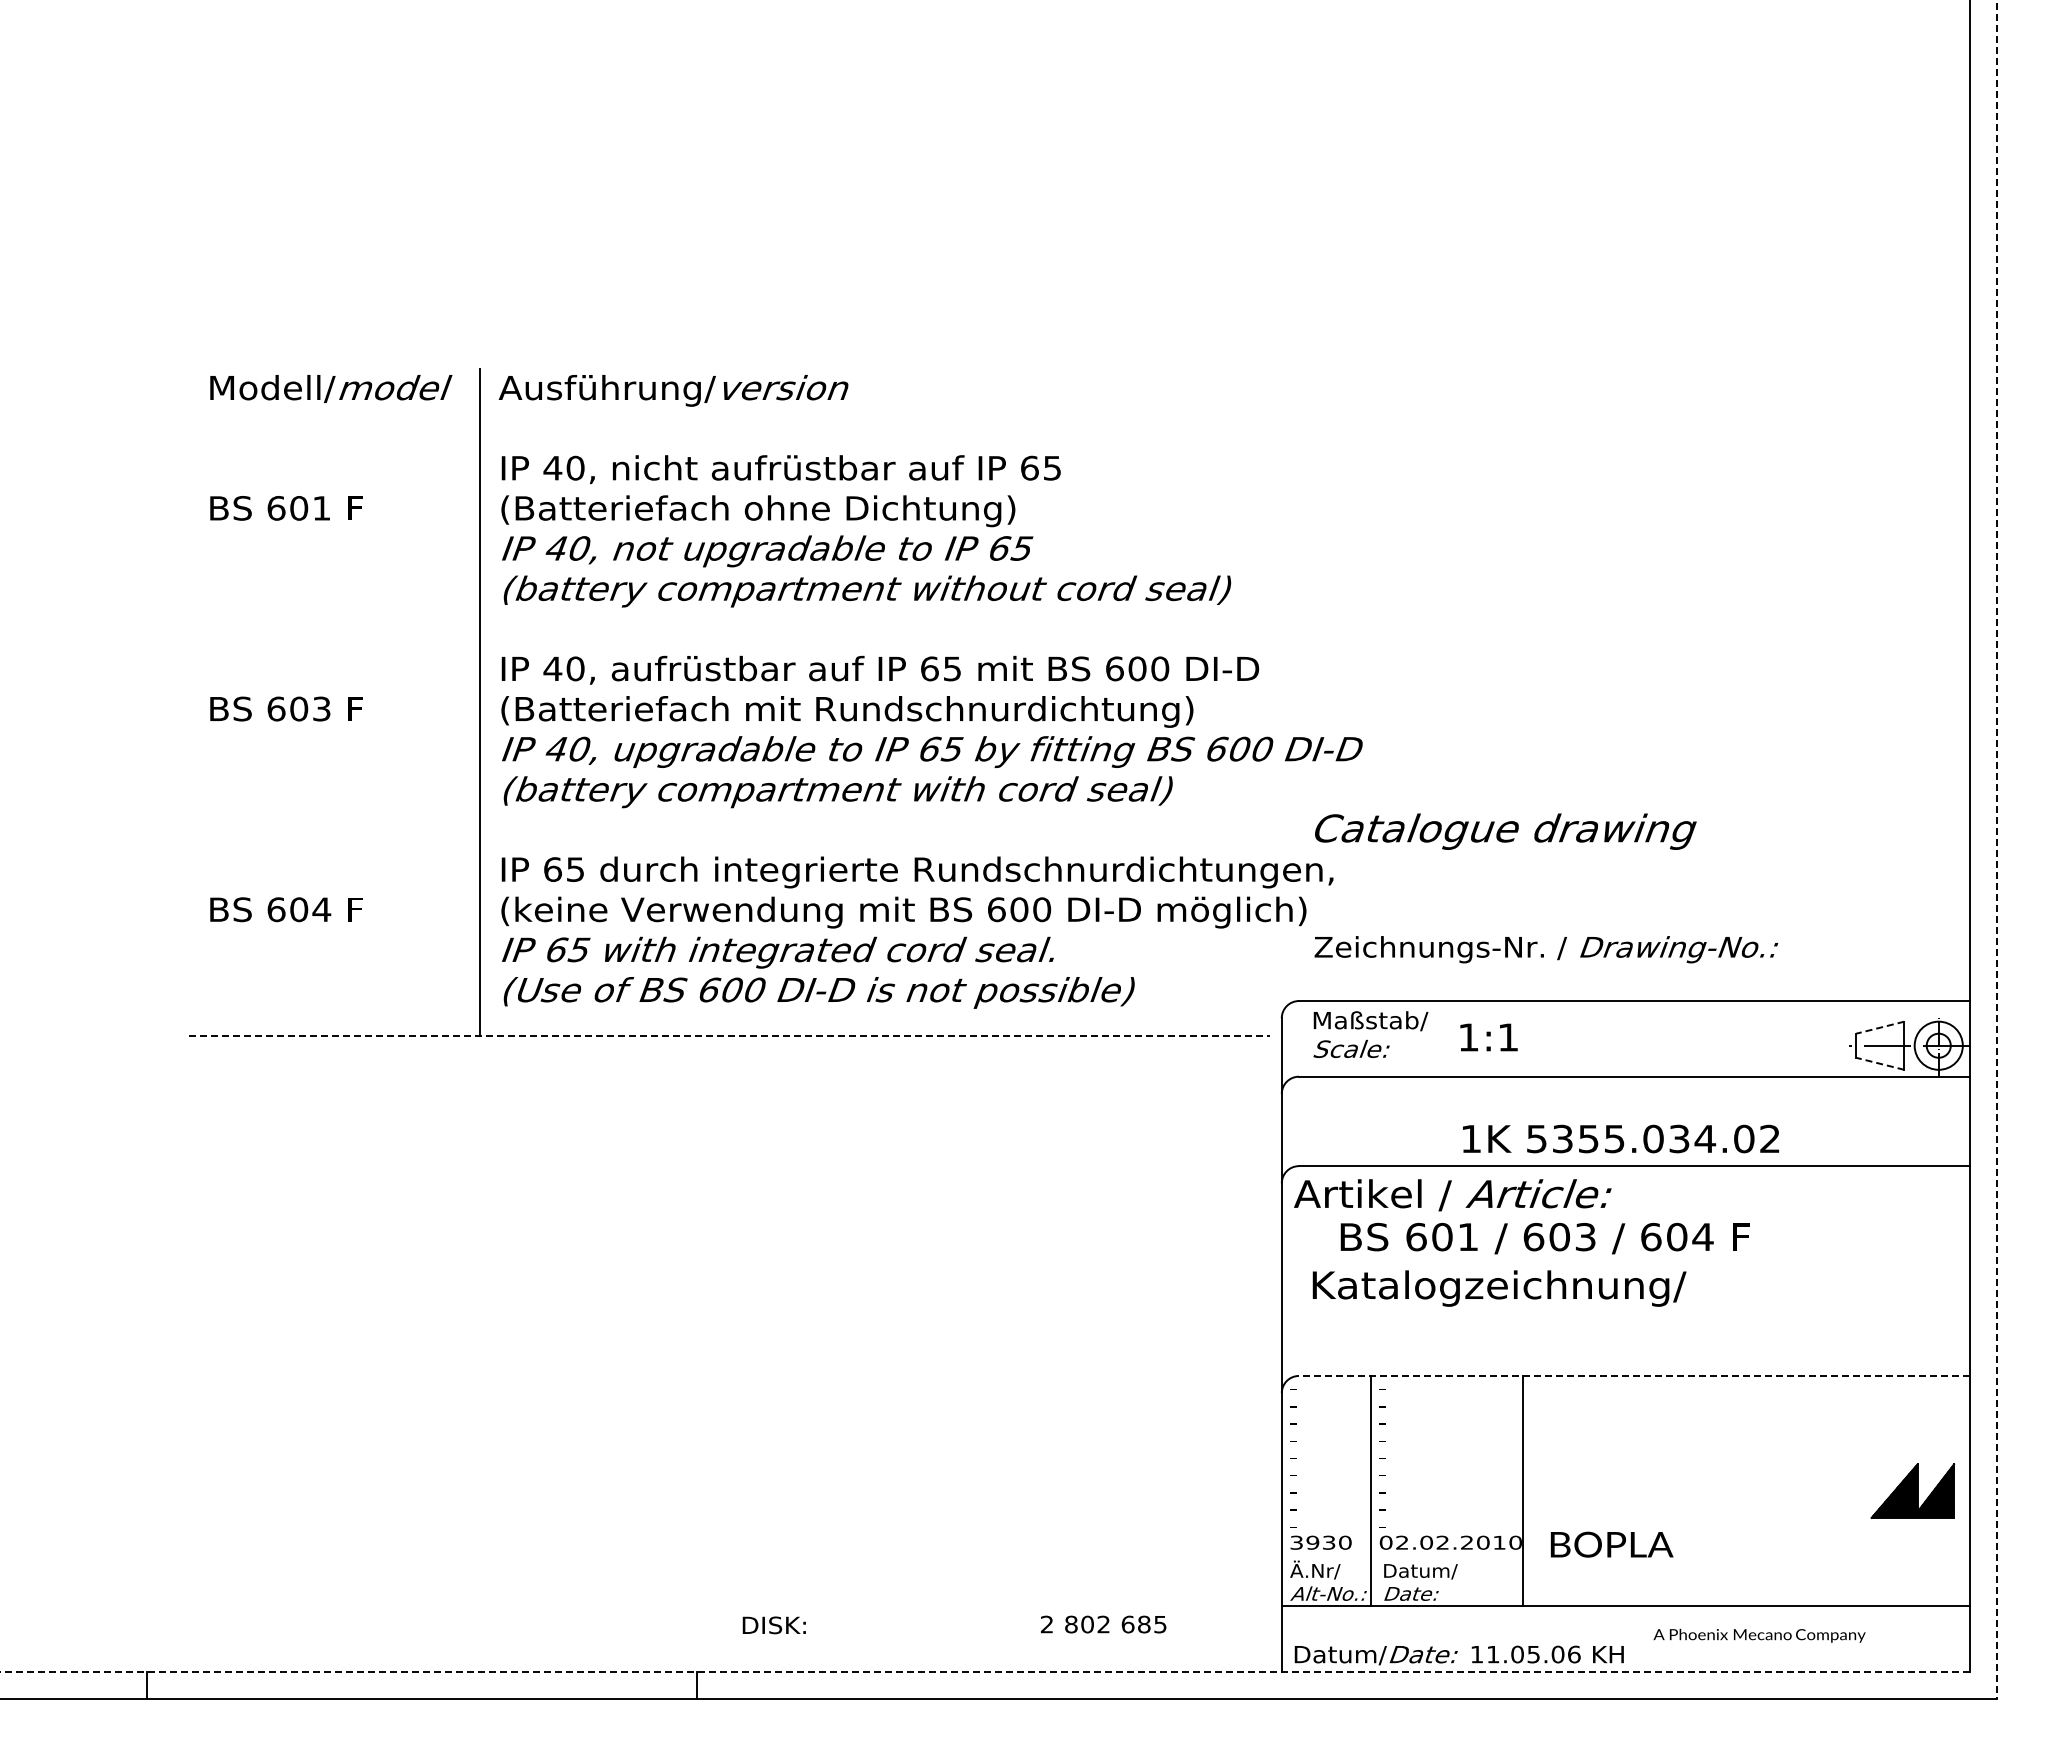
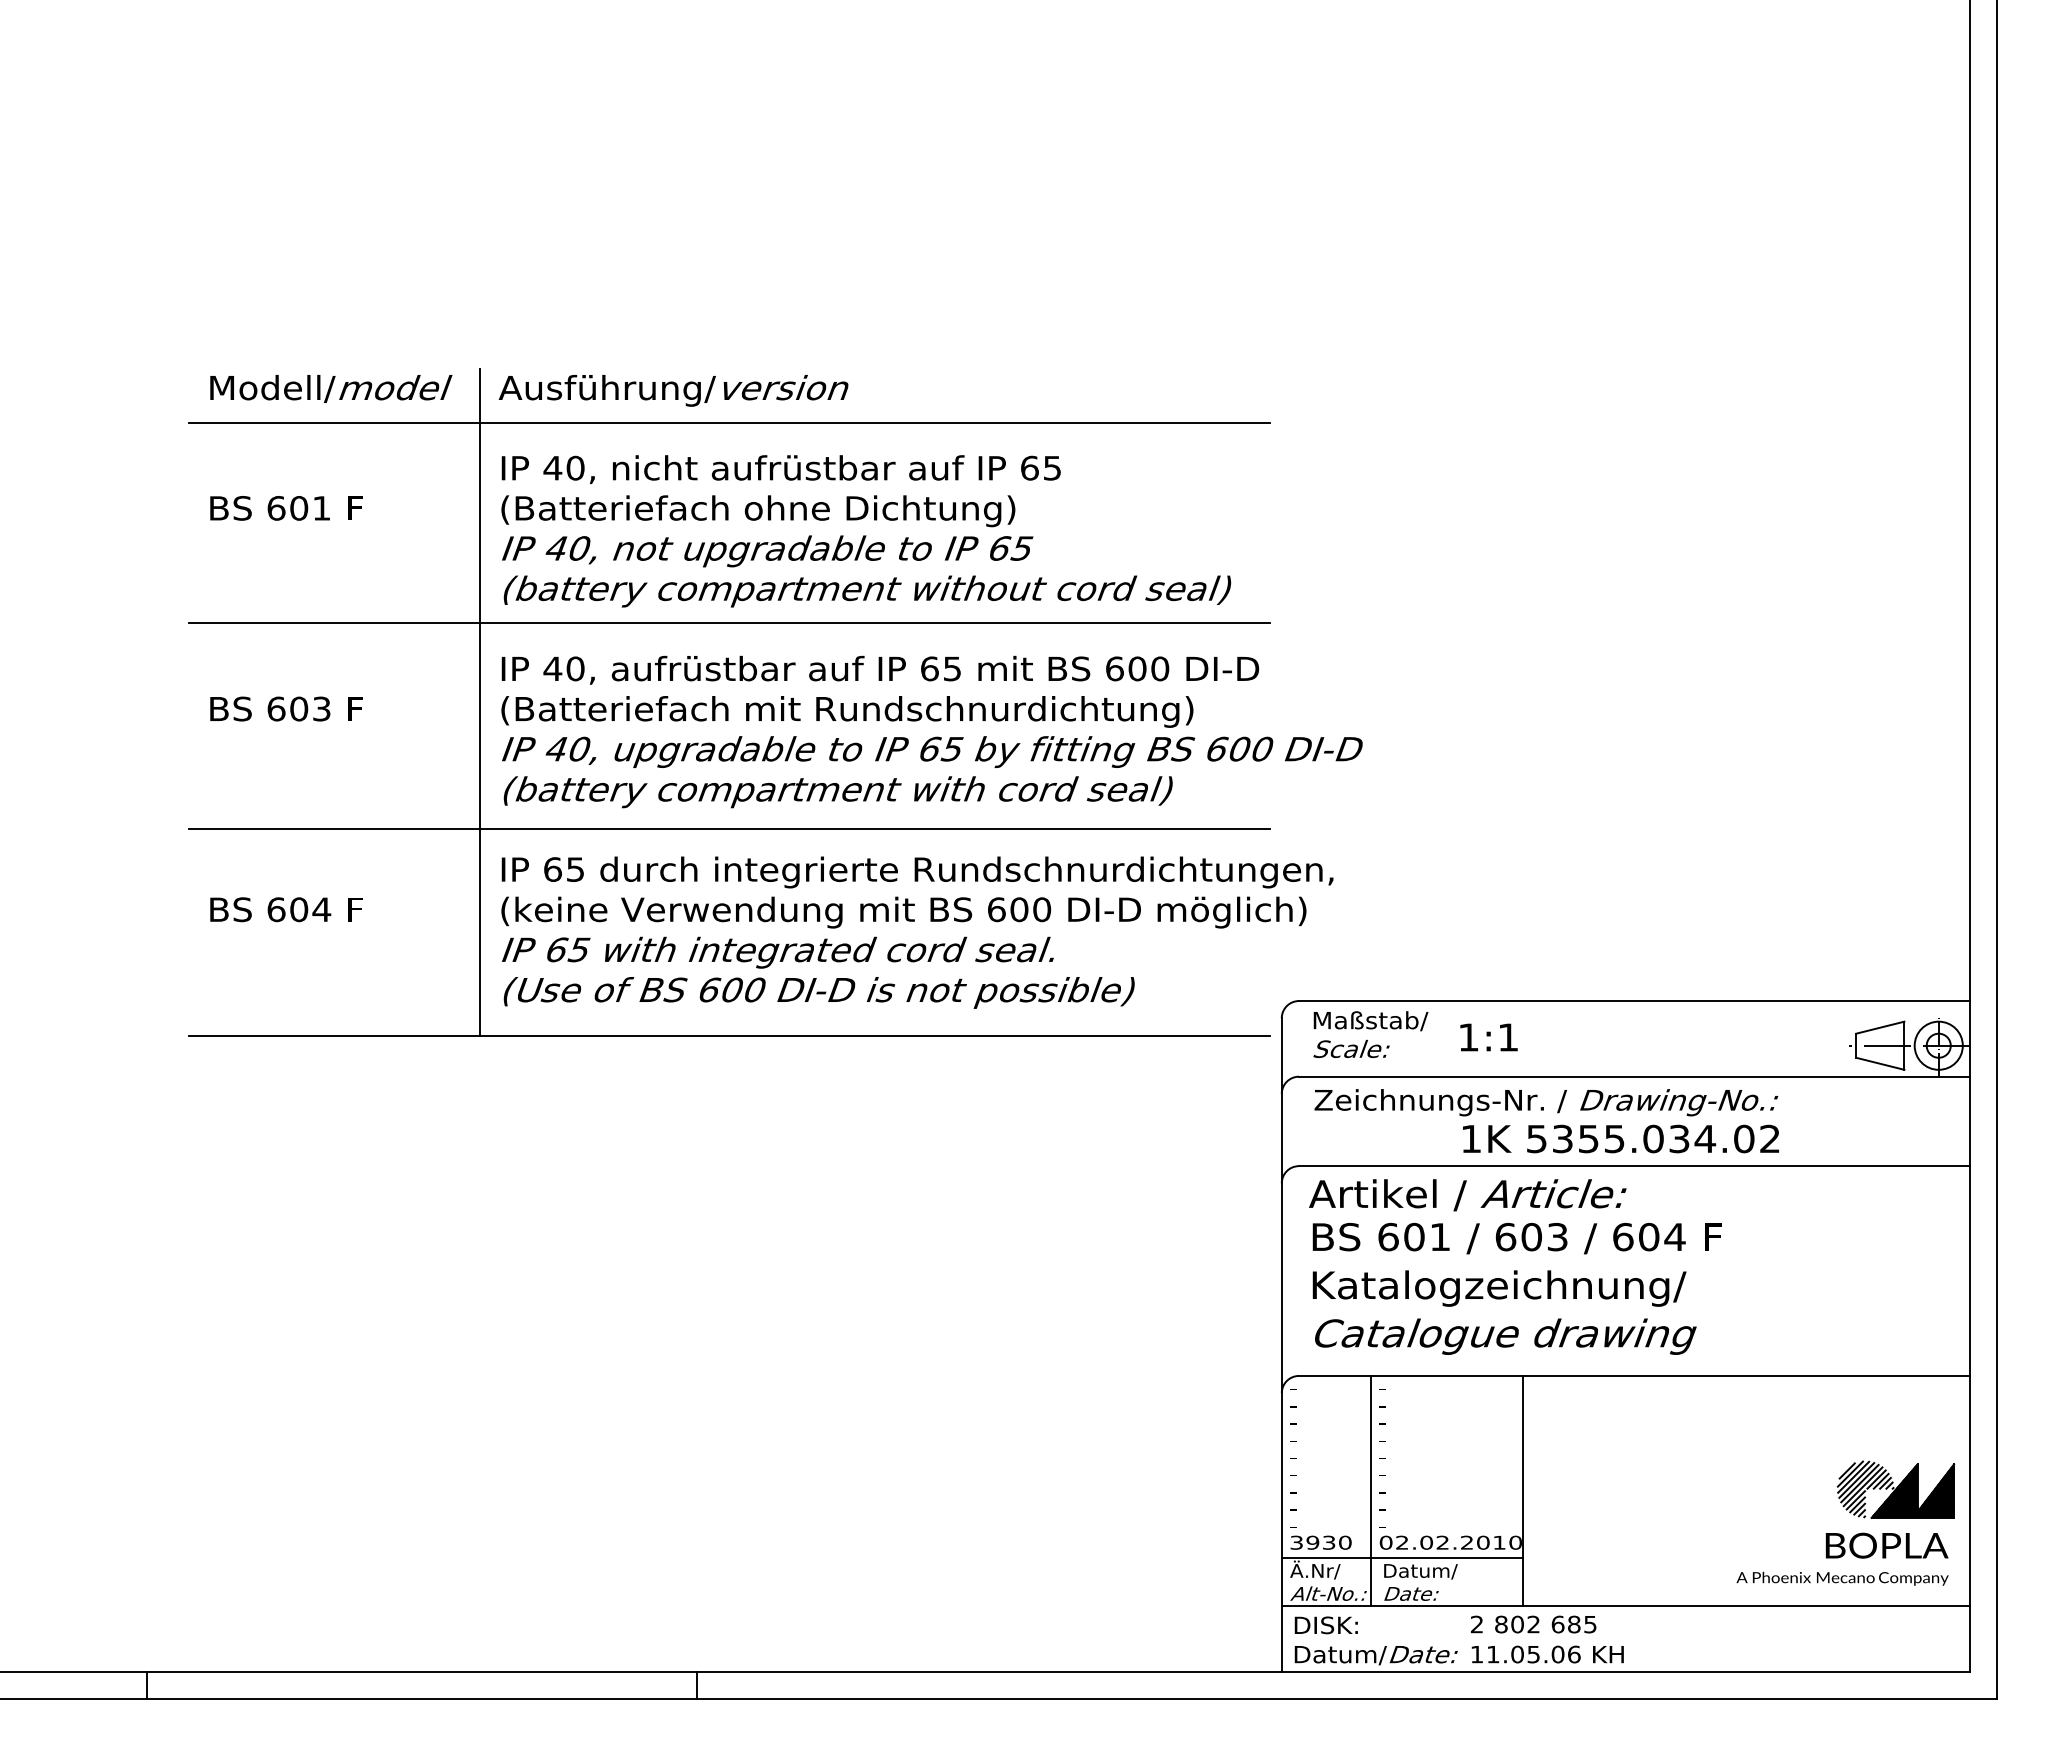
line at (728, 423): none -> present
line at (728, 622): none -> present
line at (728, 829): none -> present
text at (1505, 831) position: (1505, 831) -> (1505, 1336)
line at (1997, 850): dashed -> solid
text at (1546, 949) position: (1546, 949) -> (1546, 1102)
line at (1880, 1027): dashed -> solid
line at (729, 1035): dashed -> solid
line at (1880, 1063): dashed -> solid
text at (1452, 1195) position: (1452, 1195) -> (1467, 1195)
text at (1544, 1238) position: (1544, 1238) -> (1516, 1238)
line at (1633, 1375): dashed -> solid
hatch at (1865, 1488): none -> present
text at (1611, 1544) position: (1611, 1544) -> (1886, 1545)
line at (1401, 1558): none -> present
text at (1103, 1624) position: (1103, 1624) -> (1533, 1624)
text at (773, 1625) position: (773, 1625) -> (1325, 1625)
text at (1759, 1635) position: (1759, 1635) -> (1842, 1578)
line at (984, 1671): dashed -> solid
